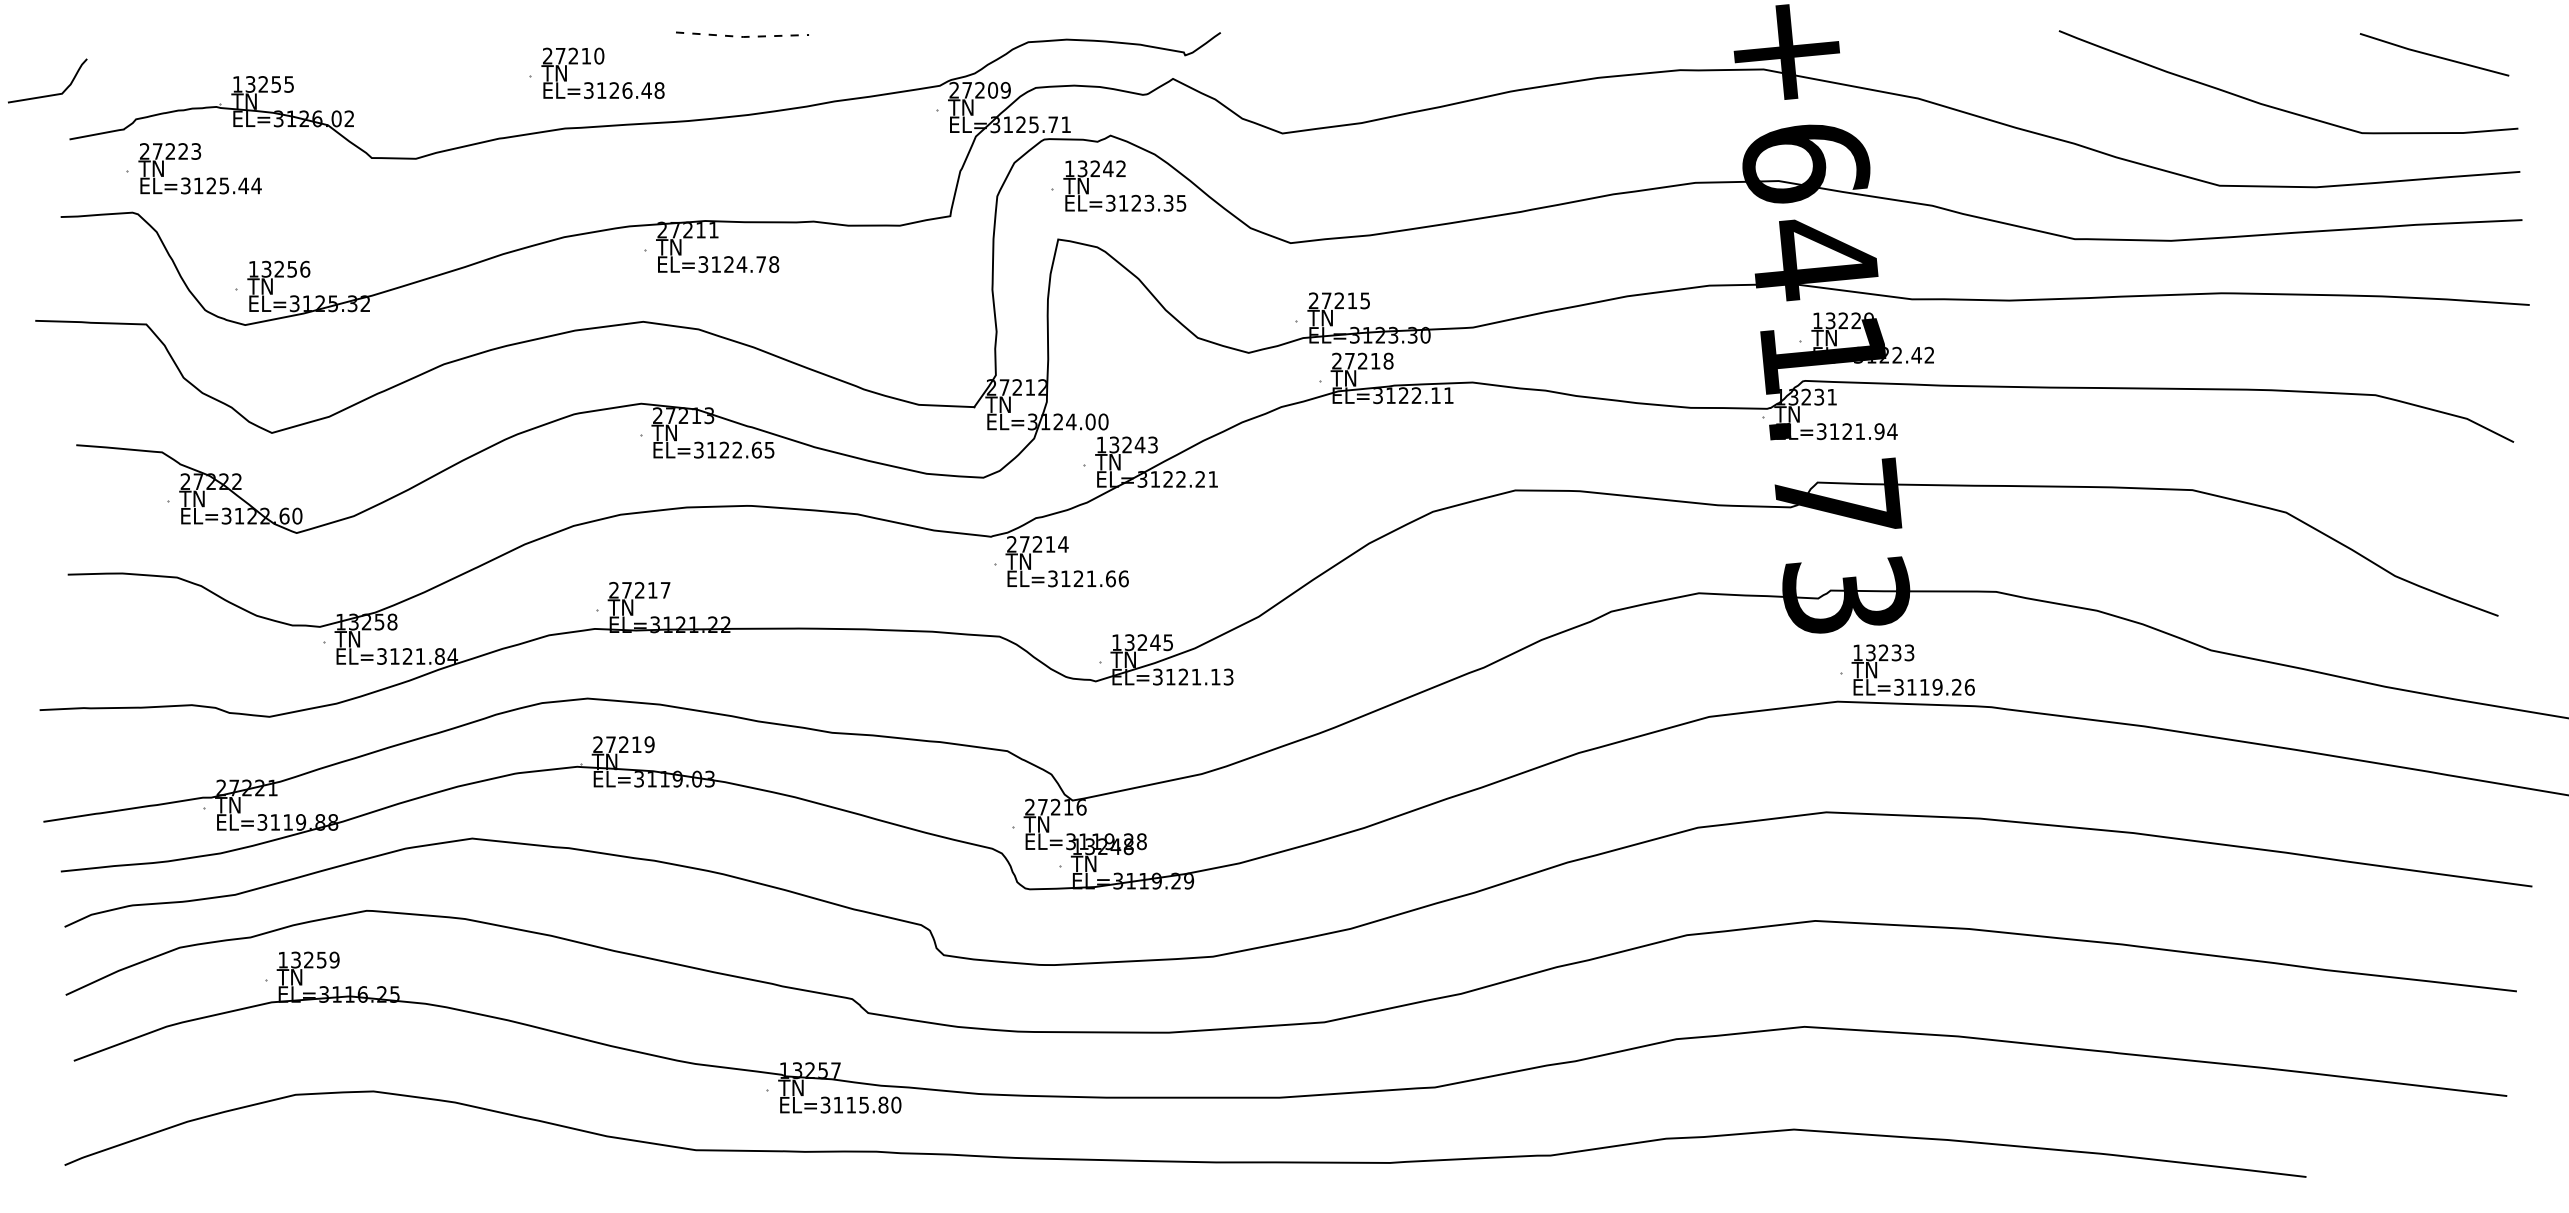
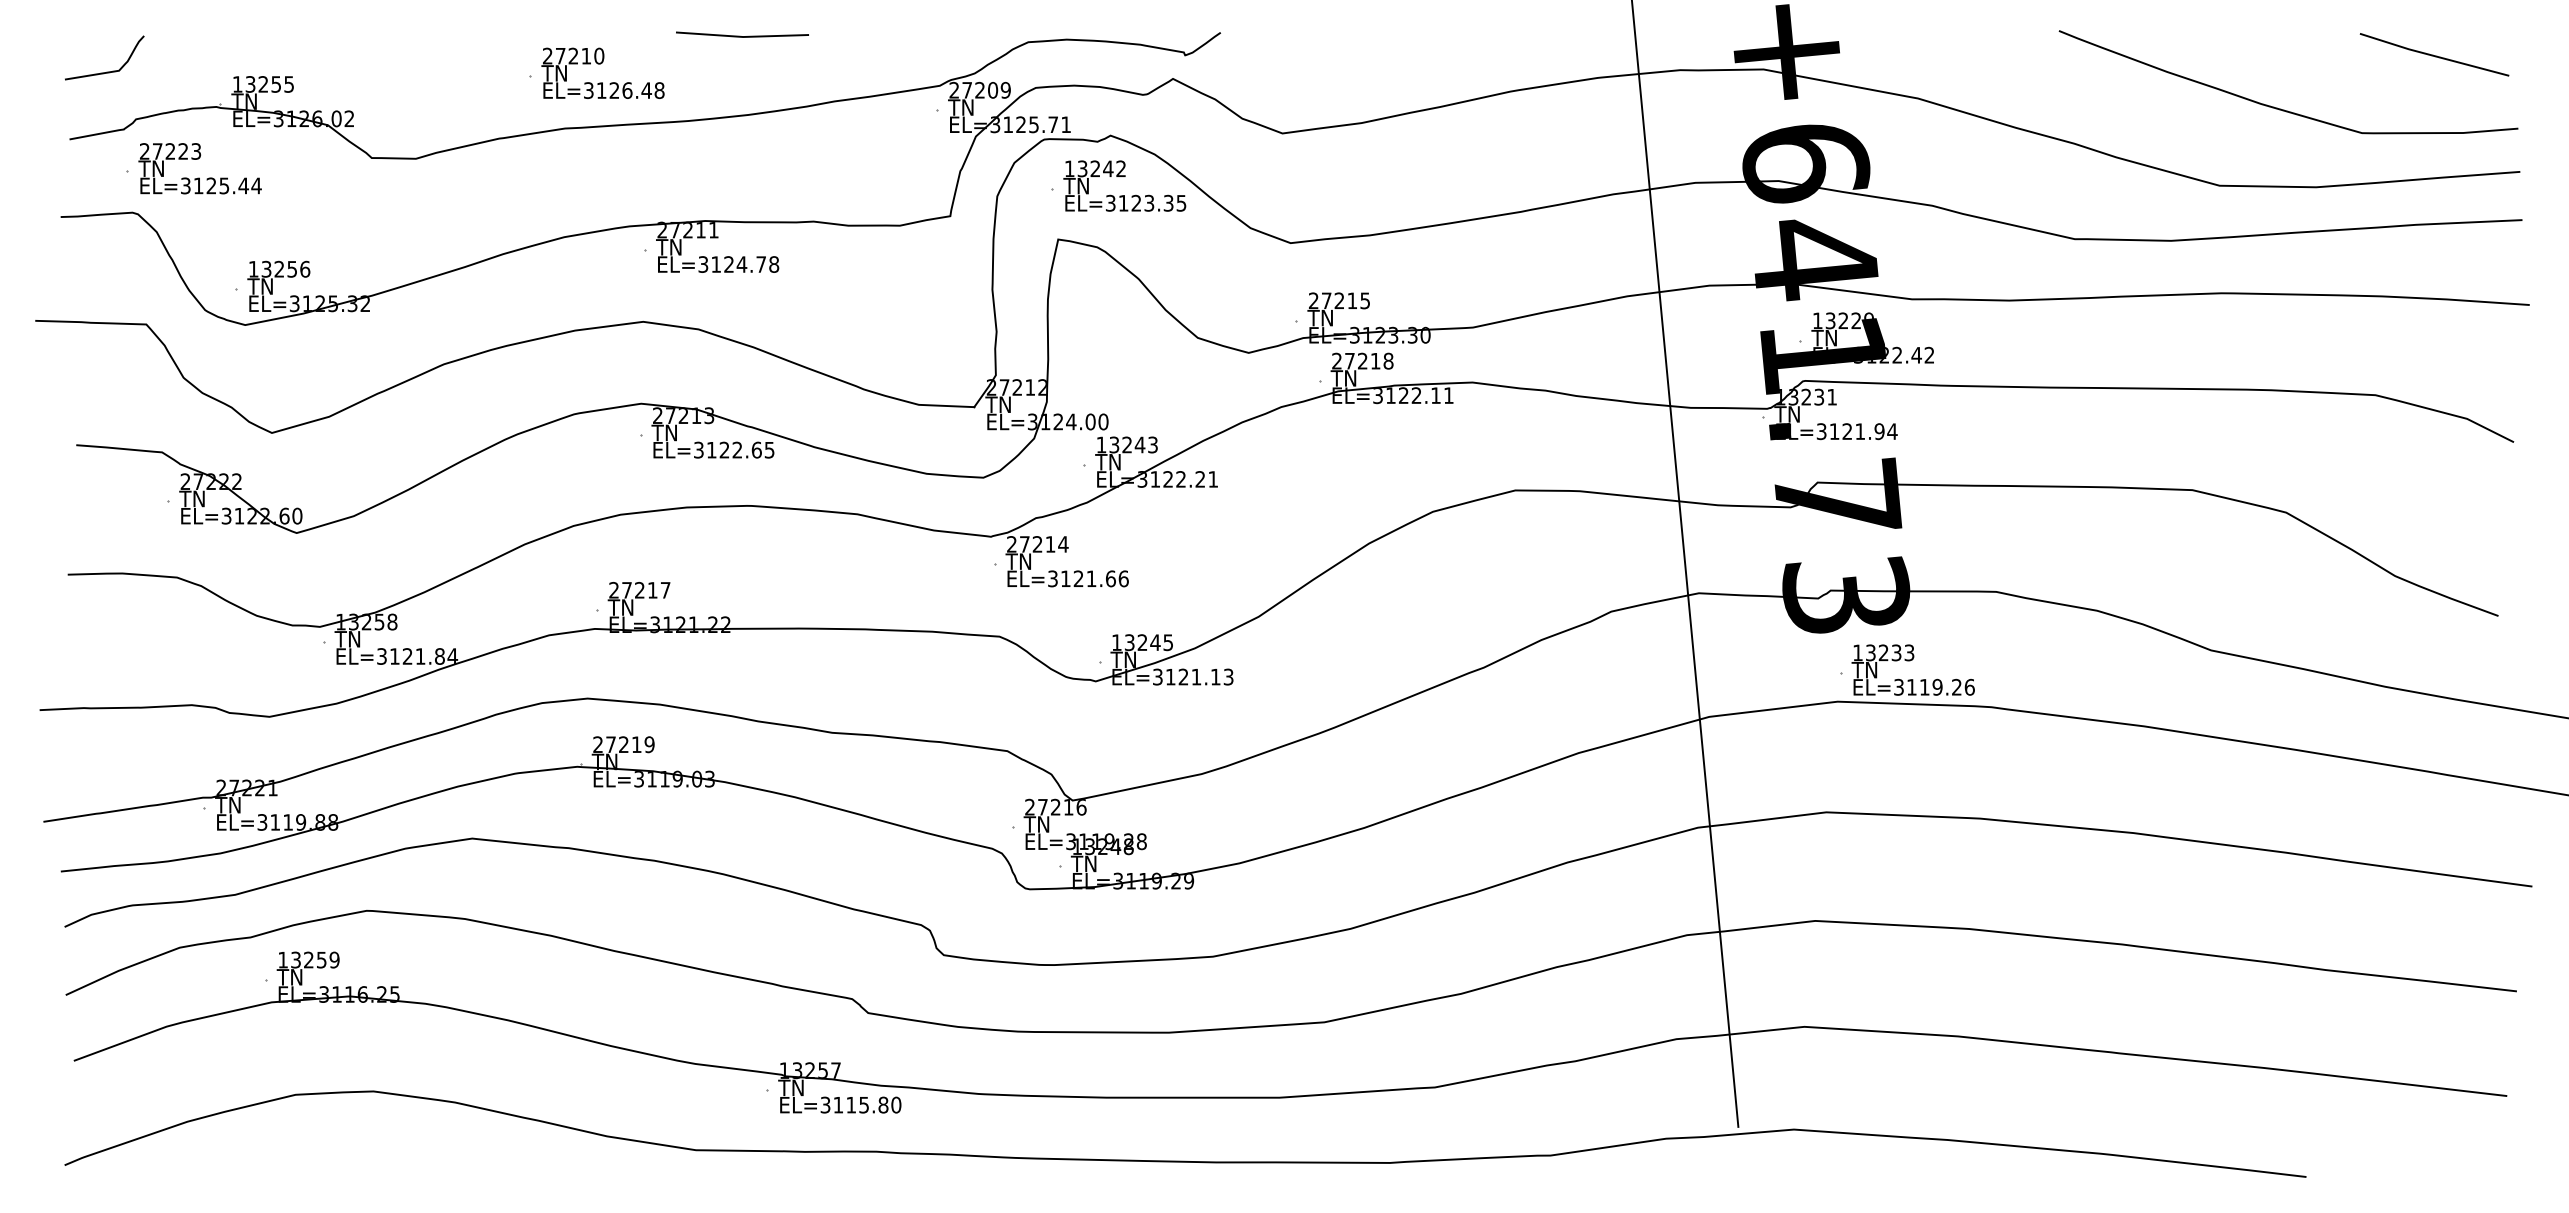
line at (742, 36): dashed -> solid
curve at (49, 94) position: (49, 94) -> (106, 71)
line at (1685, 564): none -> present
